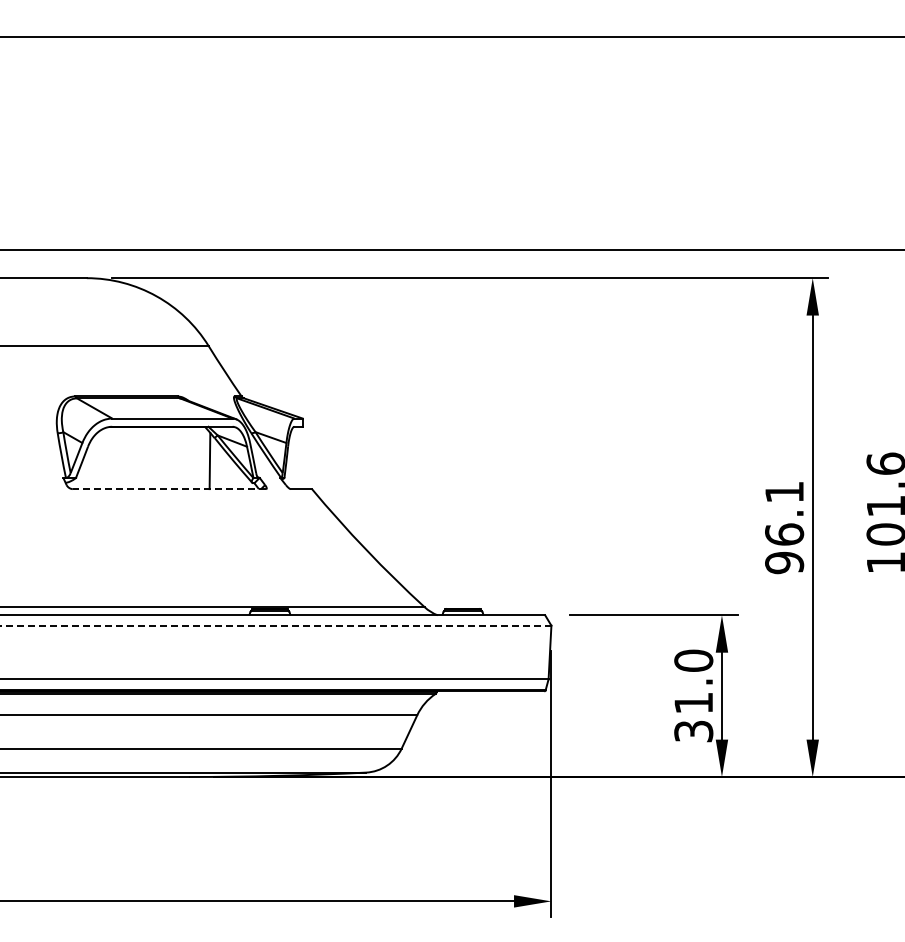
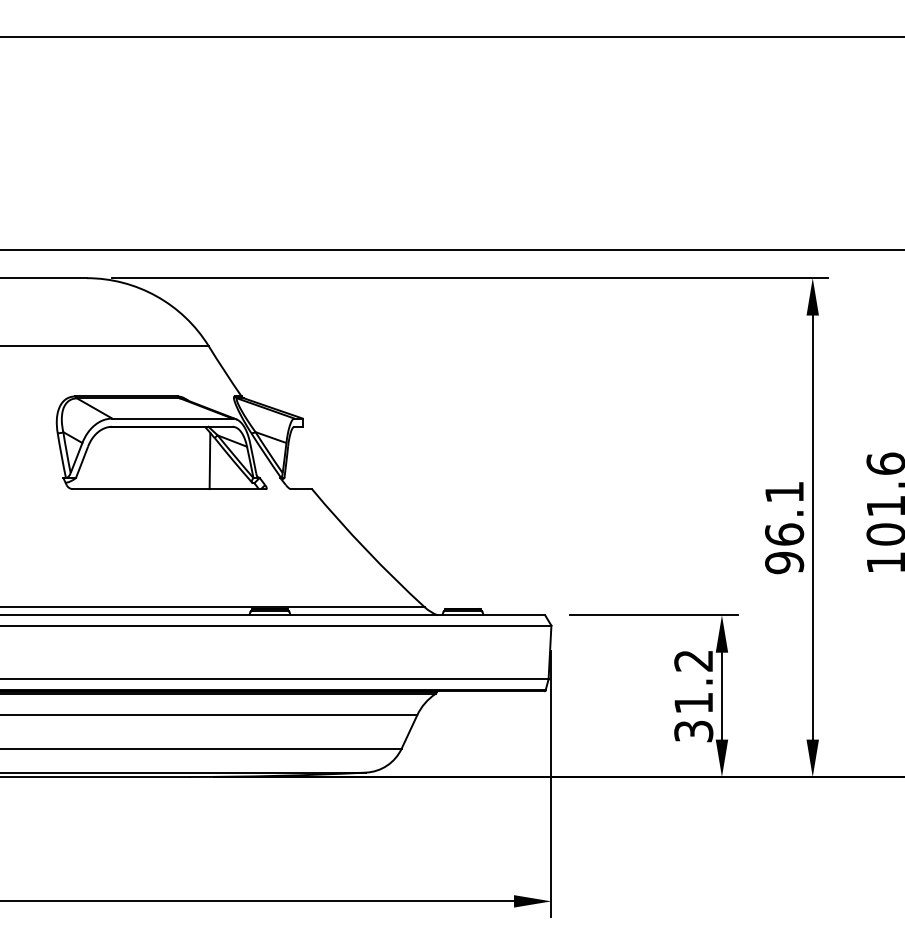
line at (169, 489): dashed -> solid
line at (276, 625): dashed -> solid
text at (693, 660): 31.0 -> 31.2
